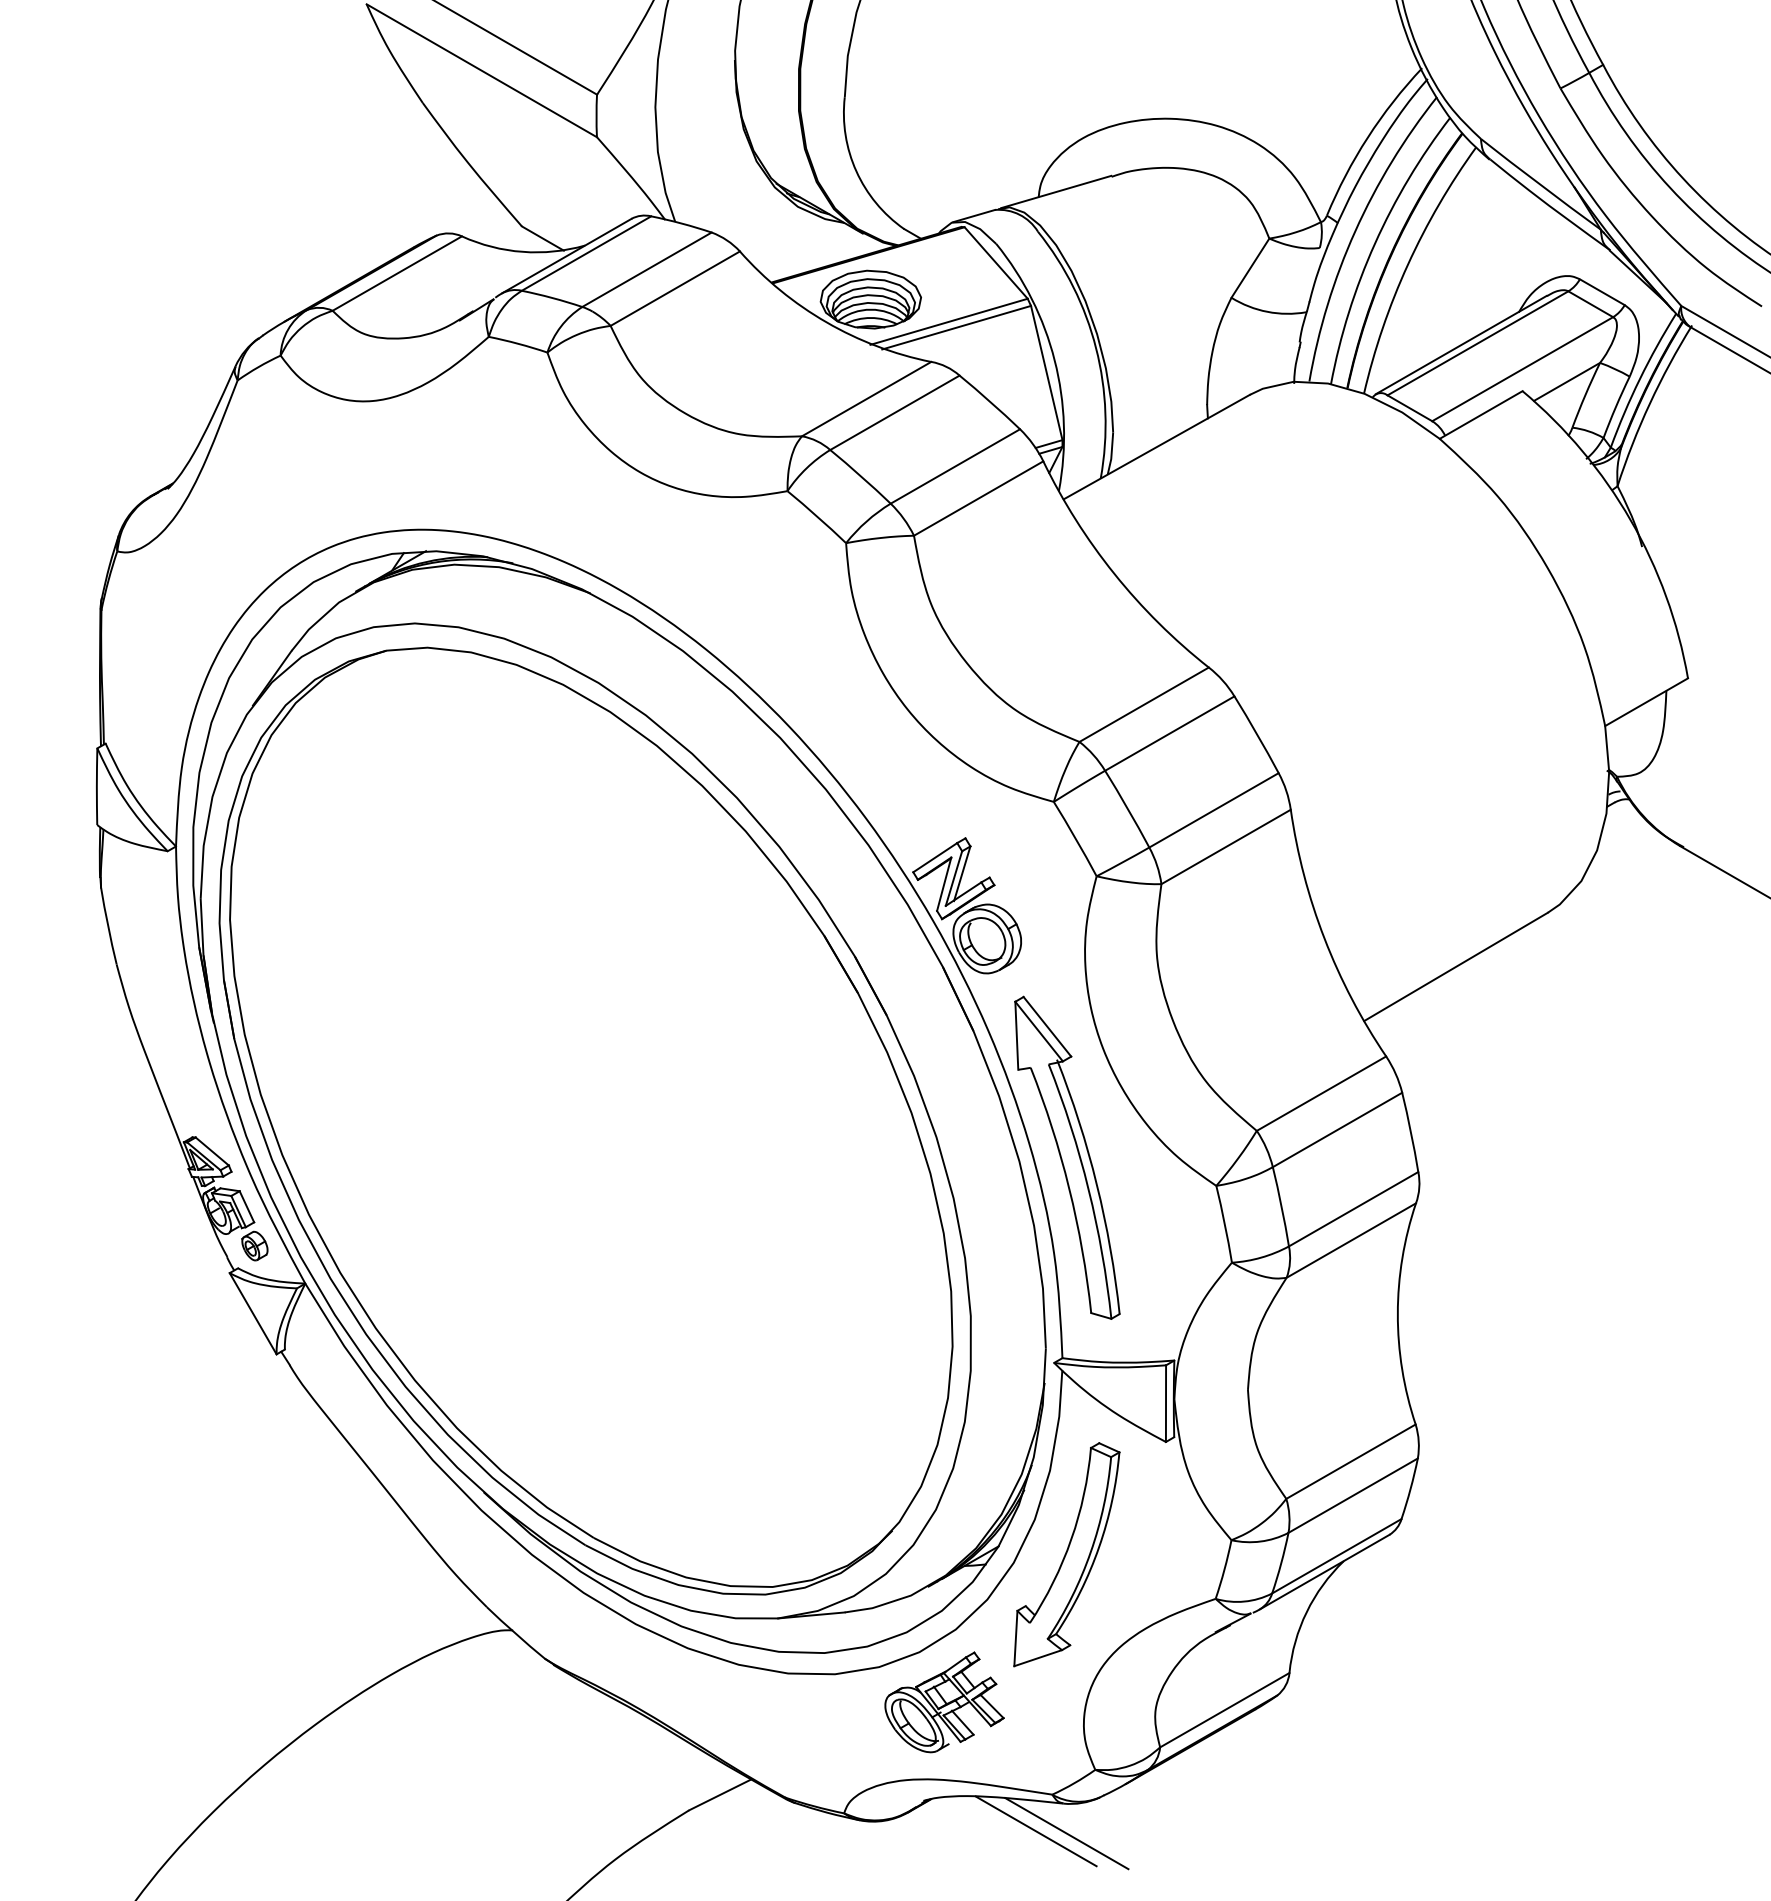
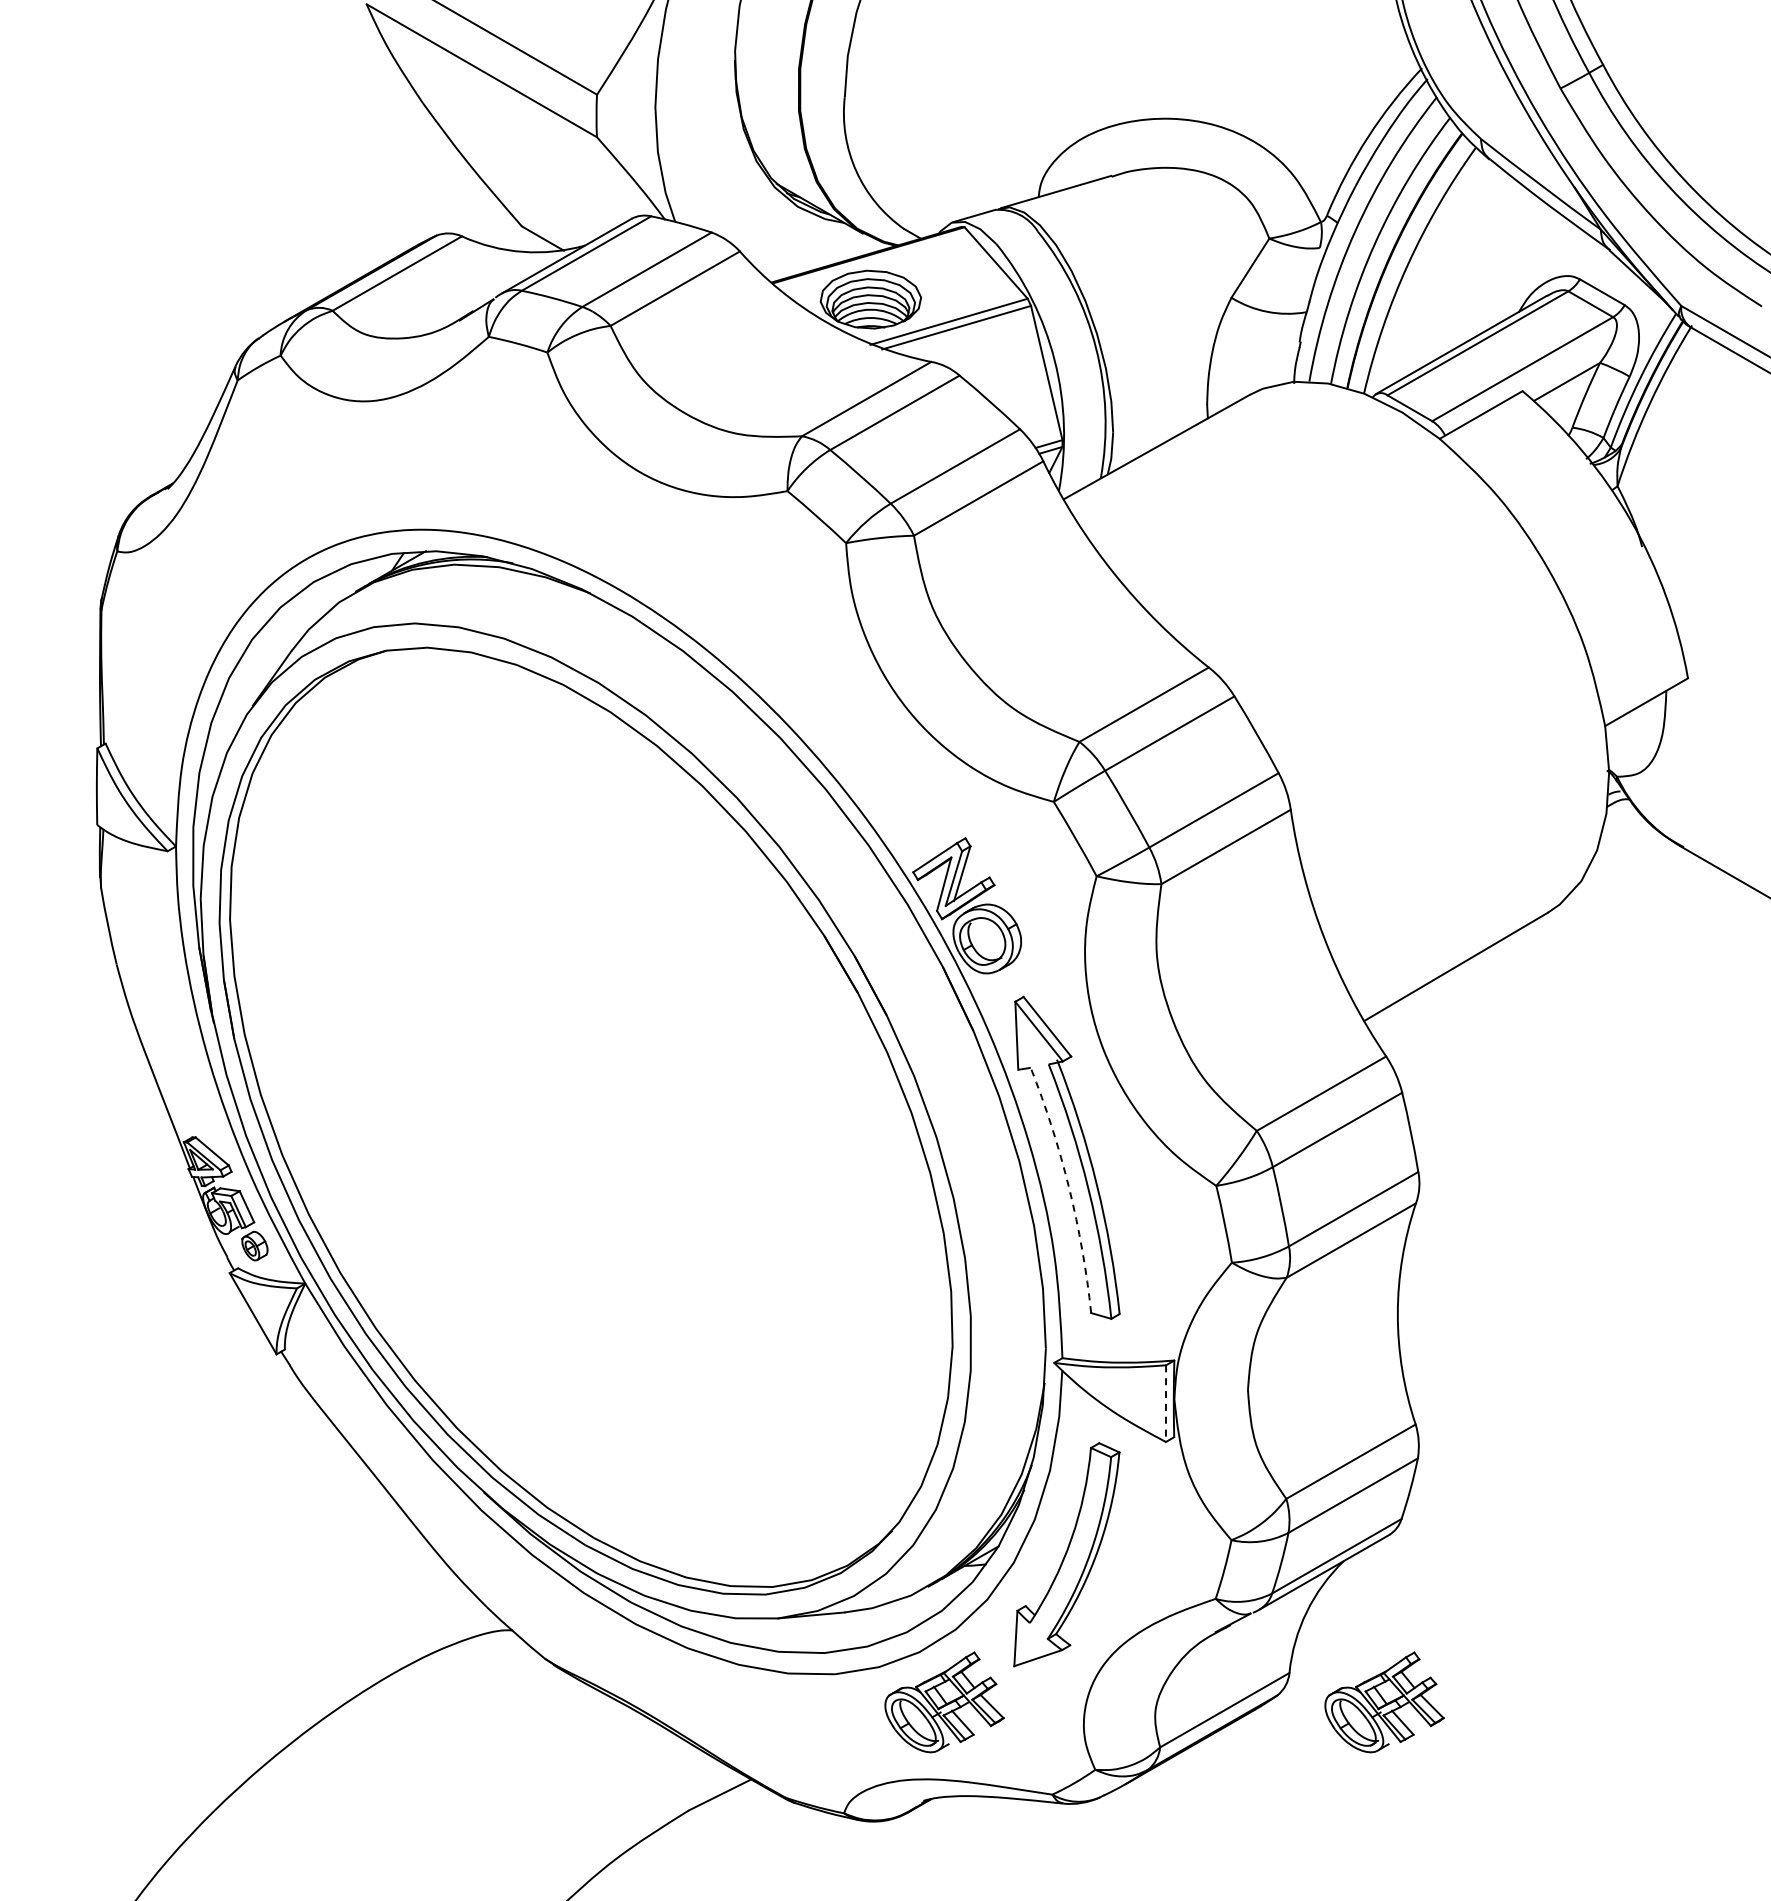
arc at (1069, 1188): solid -> dashed
line at (1166, 1404): solid -> dashed
part at (1384, 1702): none -> present
line at (1035, 1831): present -> none
line at (1066, 1833): present -> none
